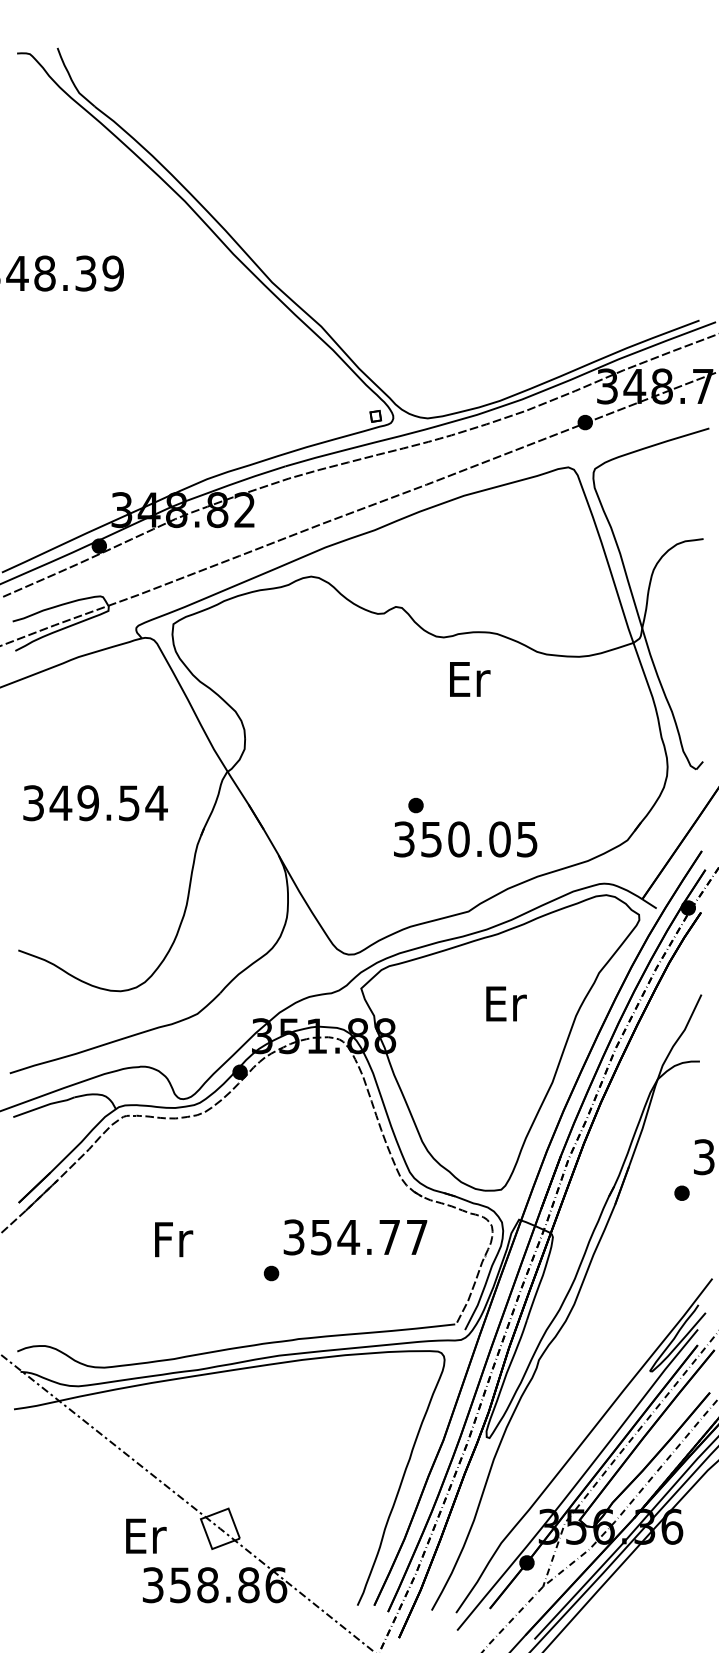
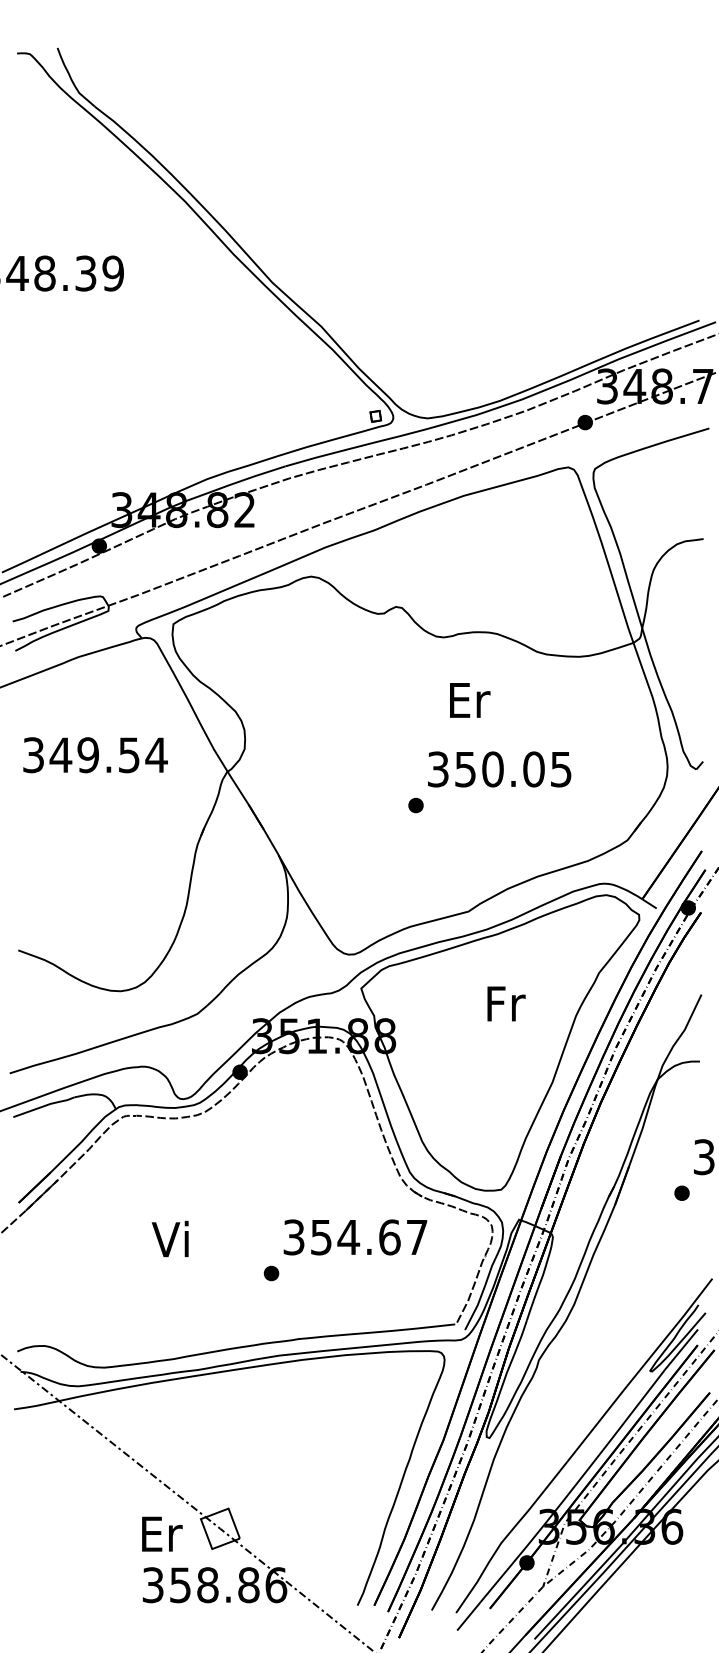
text at (470, 679) position: (470, 679) -> (470, 700)
text at (95, 803) position: (95, 803) -> (95, 755)
text at (465, 839) position: (465, 839) -> (499, 769)
text at (506, 1003): Er -> Fr
text at (389, 1237): 354.77 -> 354.67
text at (172, 1238): Fr -> Vi
text at (146, 1535) position: (146, 1535) -> (162, 1533)
